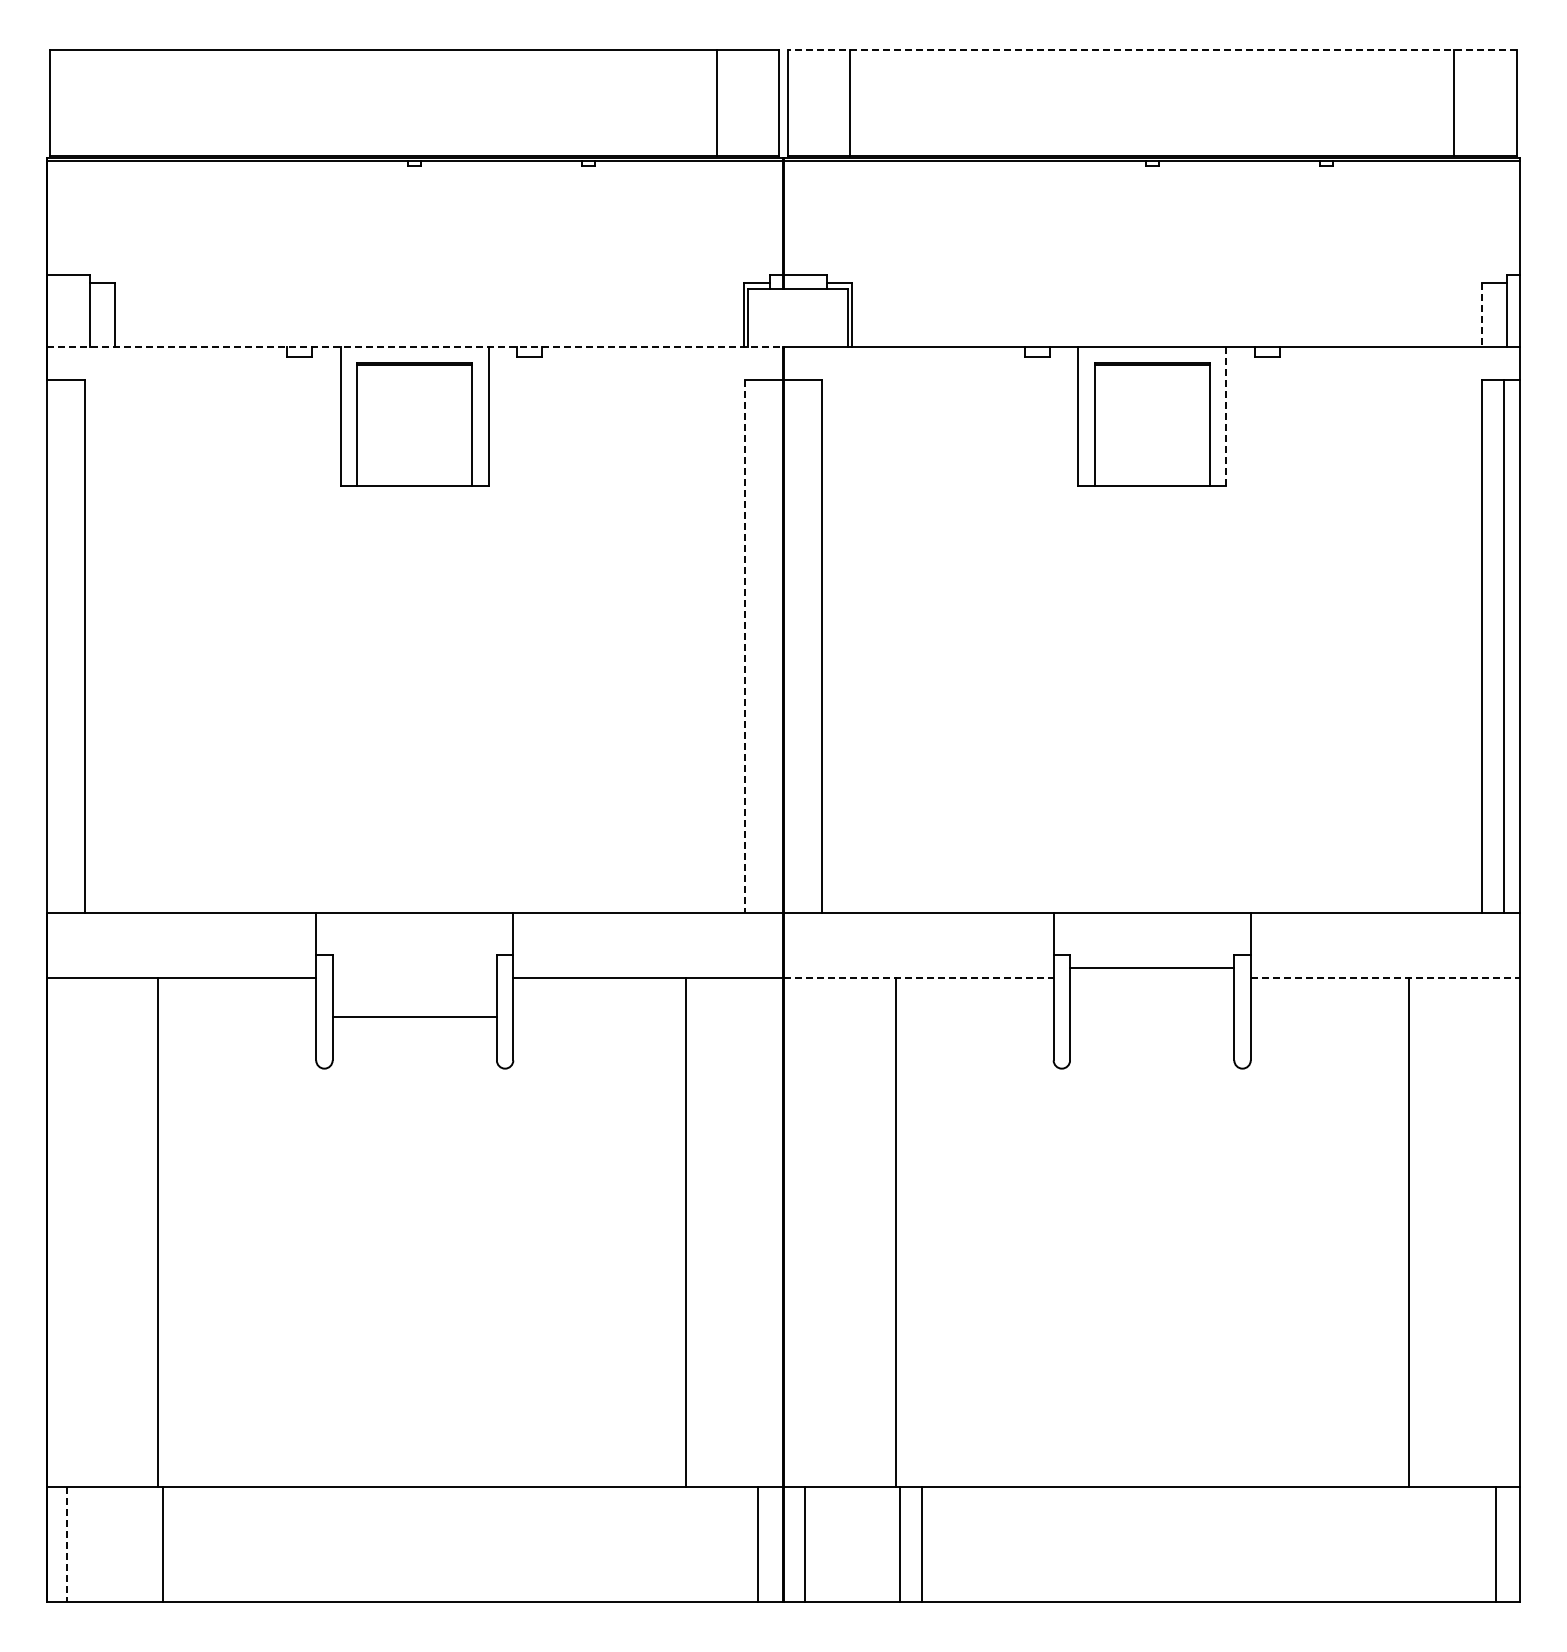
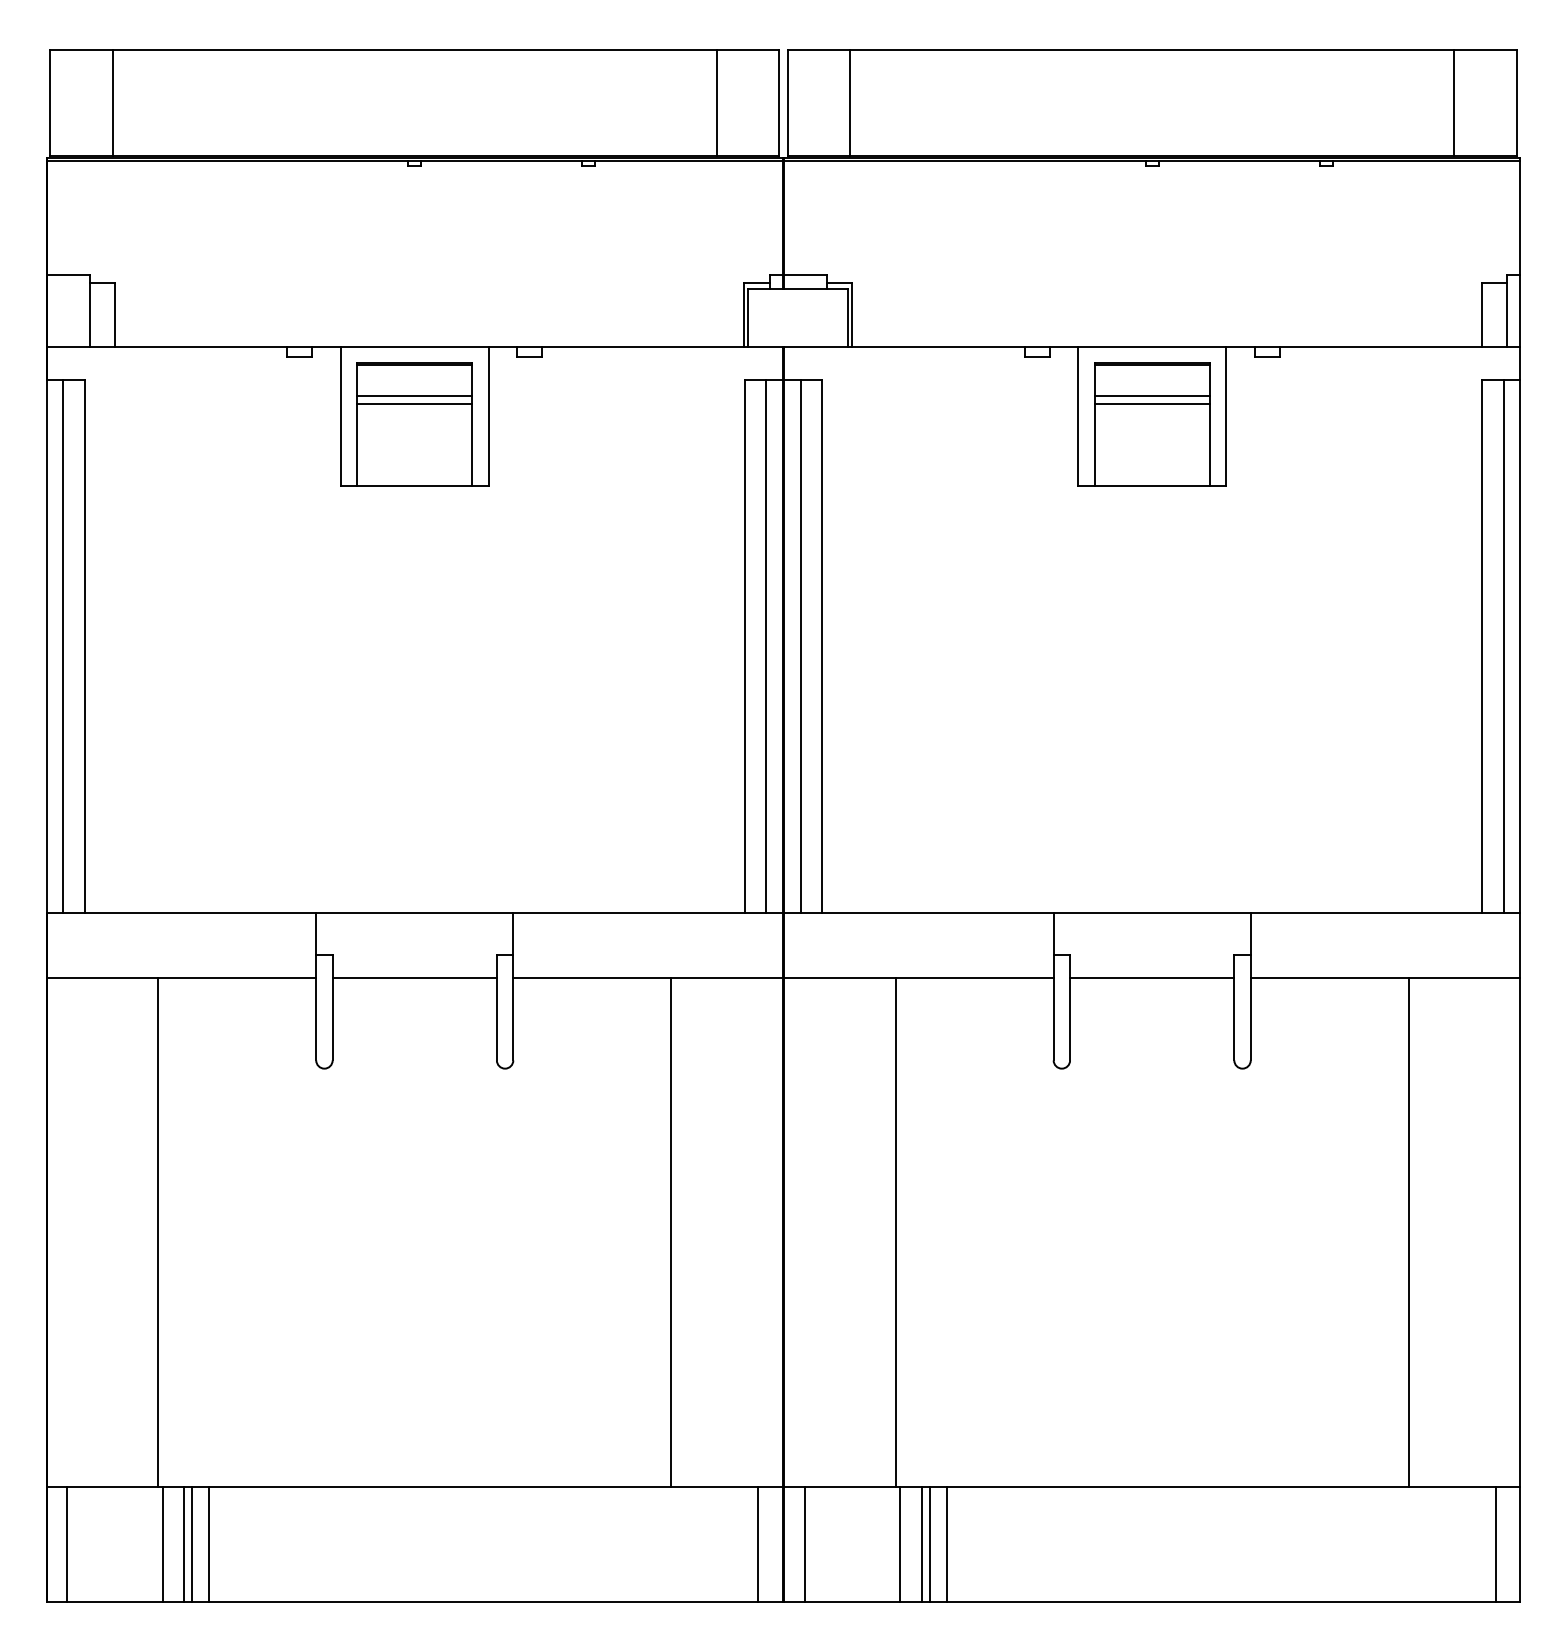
line at (1152, 49): dashed -> solid
line at (112, 102): none -> present
line at (1481, 315): dashed -> solid
line at (414, 346): dashed -> solid
line at (414, 396): none -> present
line at (1151, 396): none -> present
line at (414, 404): none -> present
line at (1151, 404): none -> present
line at (1226, 416): dashed -> solid
line at (63, 646): none -> present
line at (744, 646): dashed -> solid
line at (766, 646): none -> present
line at (800, 646): none -> present
line at (1152, 968) position: (1152, 968) -> (1152, 978)
line at (918, 978): dashed -> solid
line at (1385, 978): dashed -> solid
line at (414, 1017) position: (414, 1017) -> (414, 978)
line at (686, 1232) position: (686, 1232) -> (671, 1232)
line at (184, 1544): none -> present
line at (192, 1544): none -> present
line at (209, 1544): none -> present
line at (929, 1544): none -> present
line at (946, 1544): none -> present
line at (67, 1545): dashed -> solid
